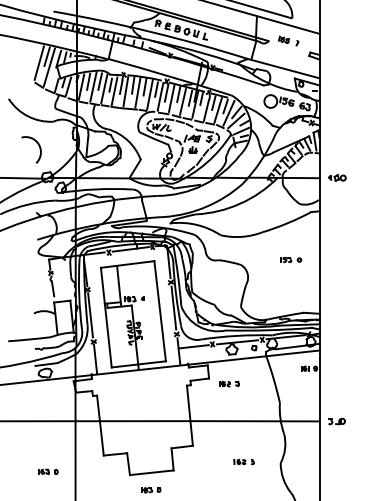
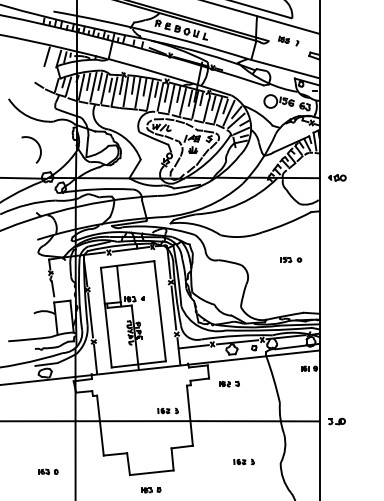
line at (38, 62): present -> none
line at (48, 67): present -> none
part at (167, 410): none -> present
